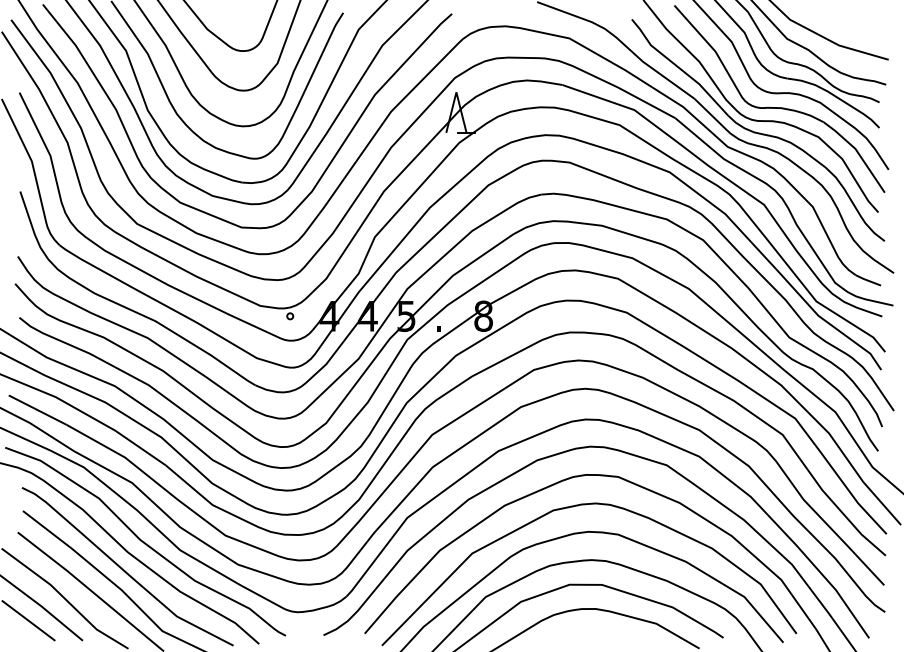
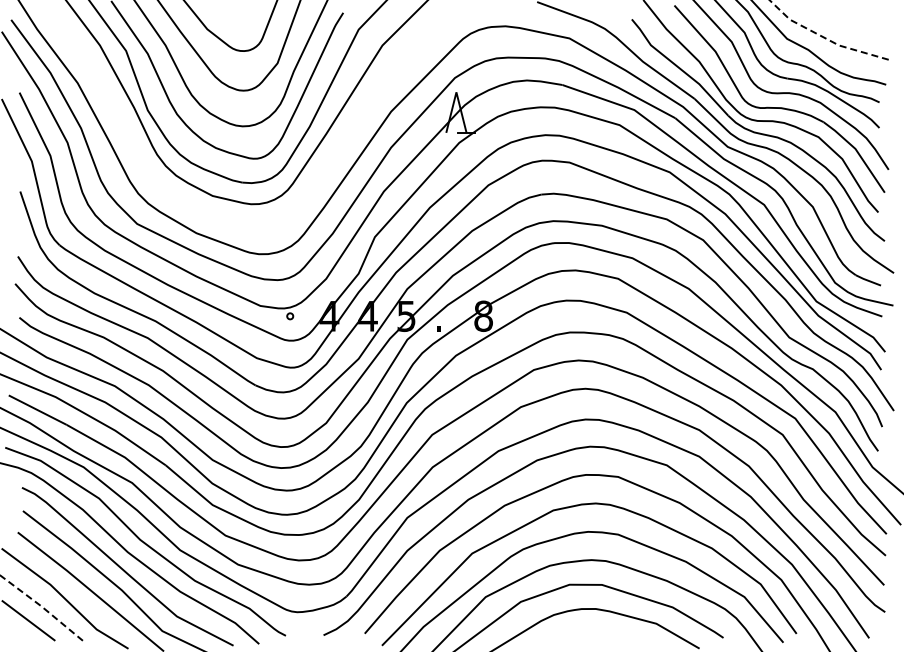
line at (825, 38): solid -> dashed
curve at (325, 168): present -> none
line at (42, 606): solid -> dashed
